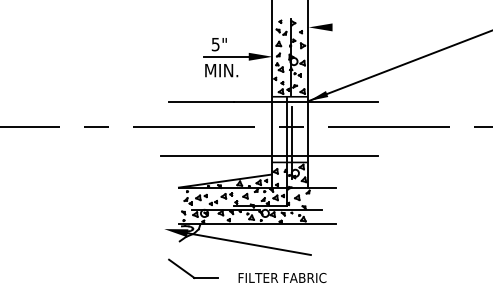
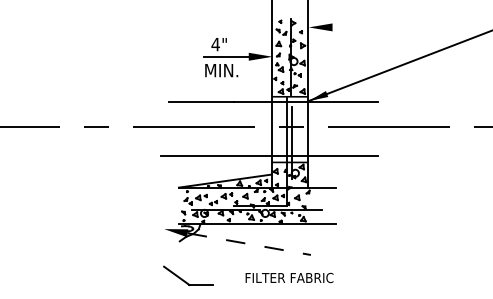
text at (215, 44): 5" -> 4"
line at (249, 244): solid -> dashed
part at (191, 274) position: (191, 274) -> (186, 281)
text at (282, 277) position: (282, 277) -> (289, 277)
